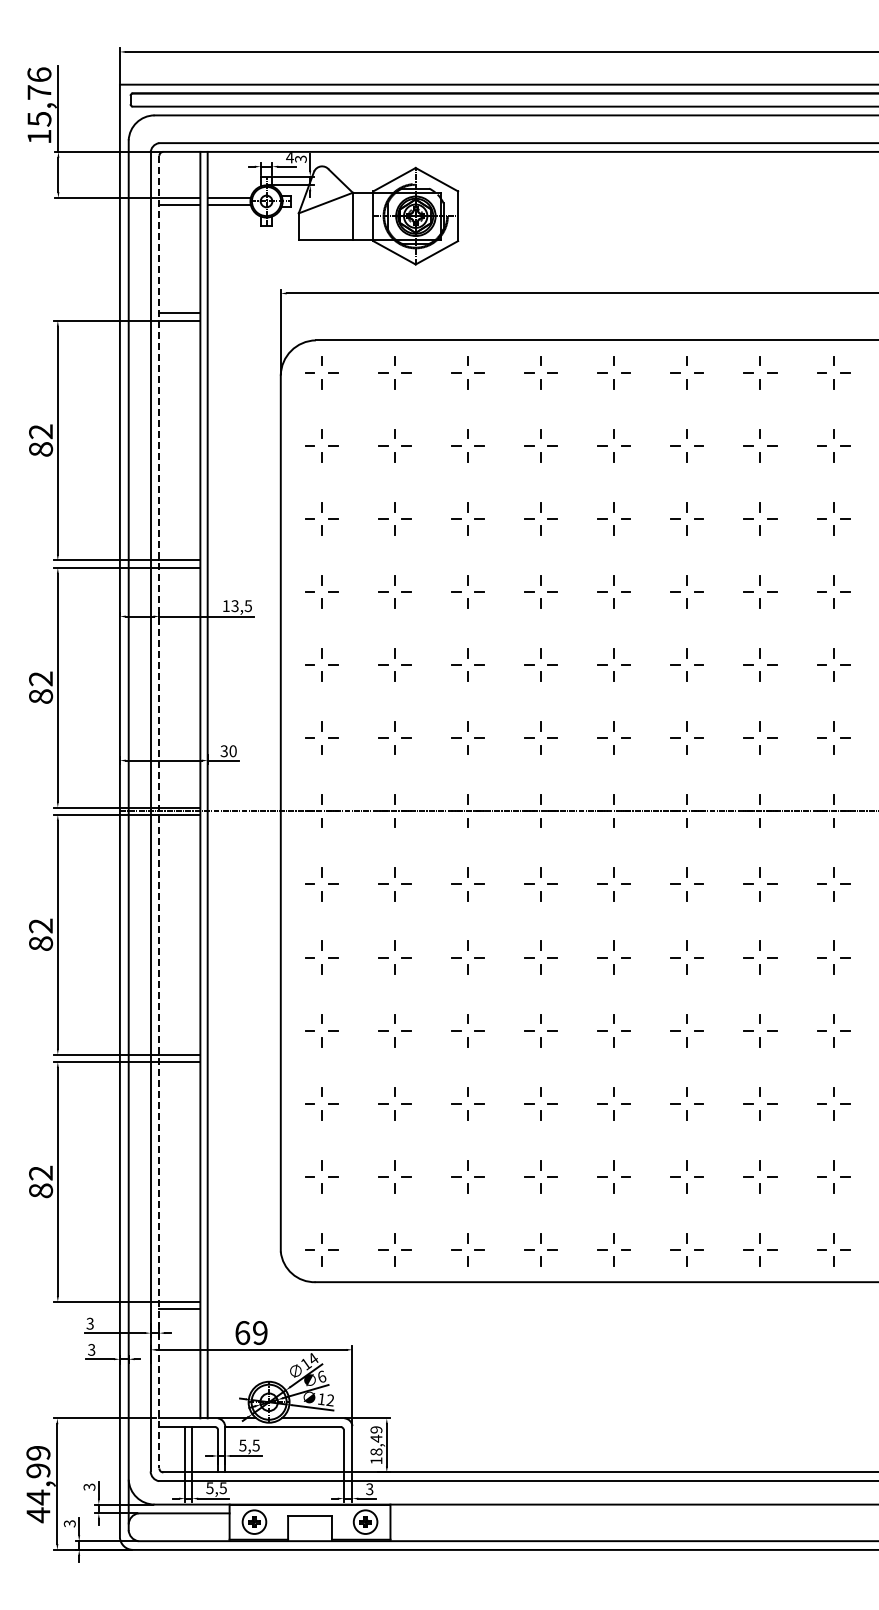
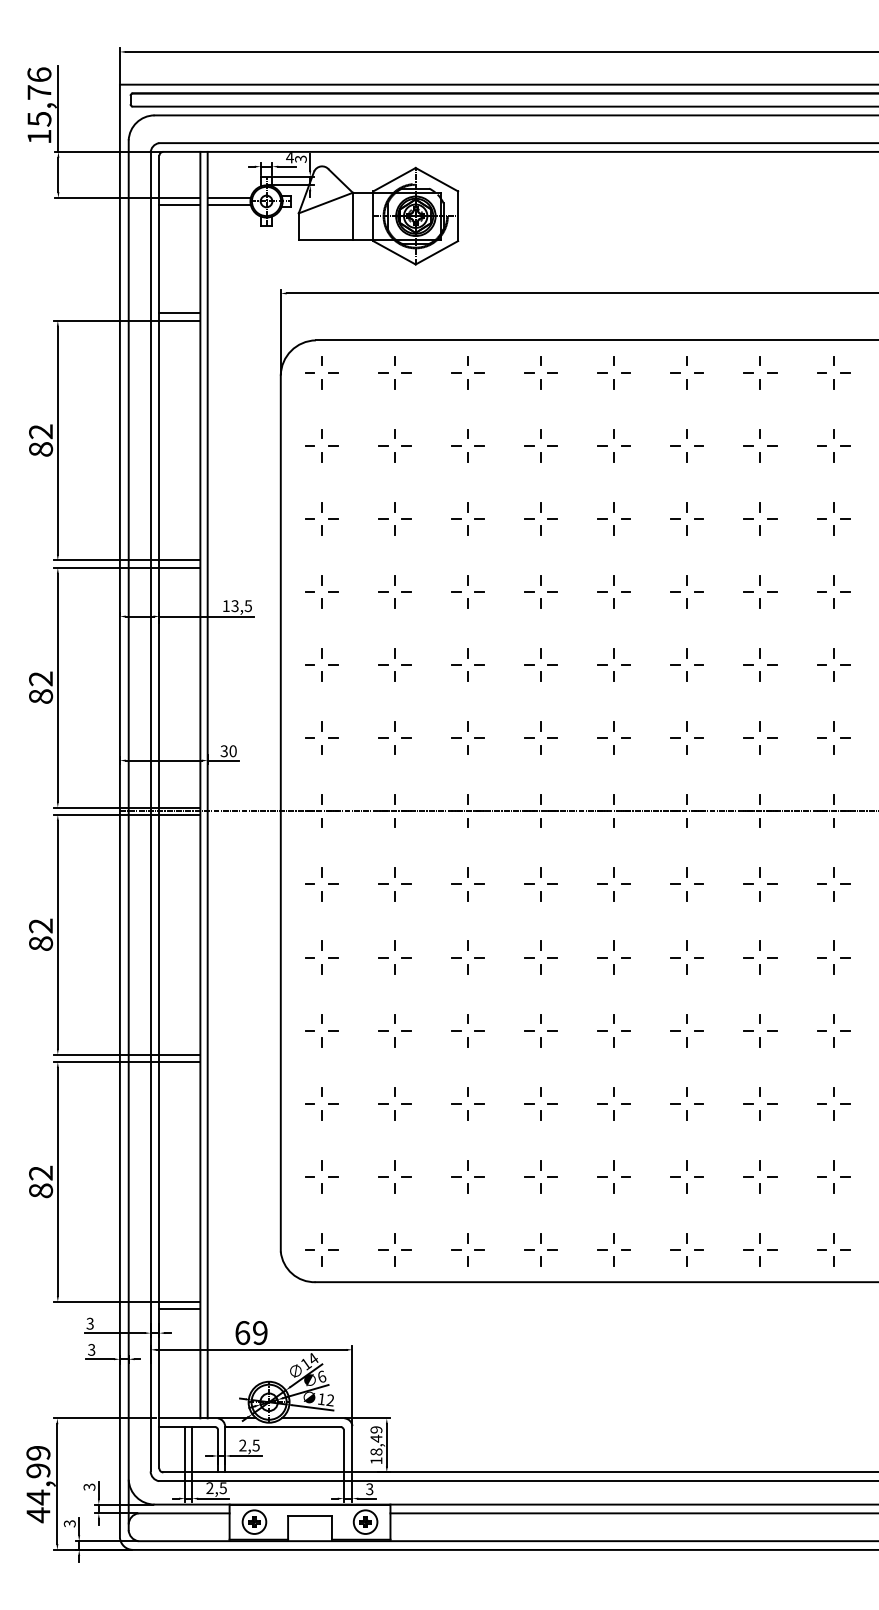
line at (159, 812): dashed -> solid
text at (242, 1445): 5,5 -> 2,5
text at (209, 1488): 5,5 -> 2,5
line at (632, 1513): none -> present
